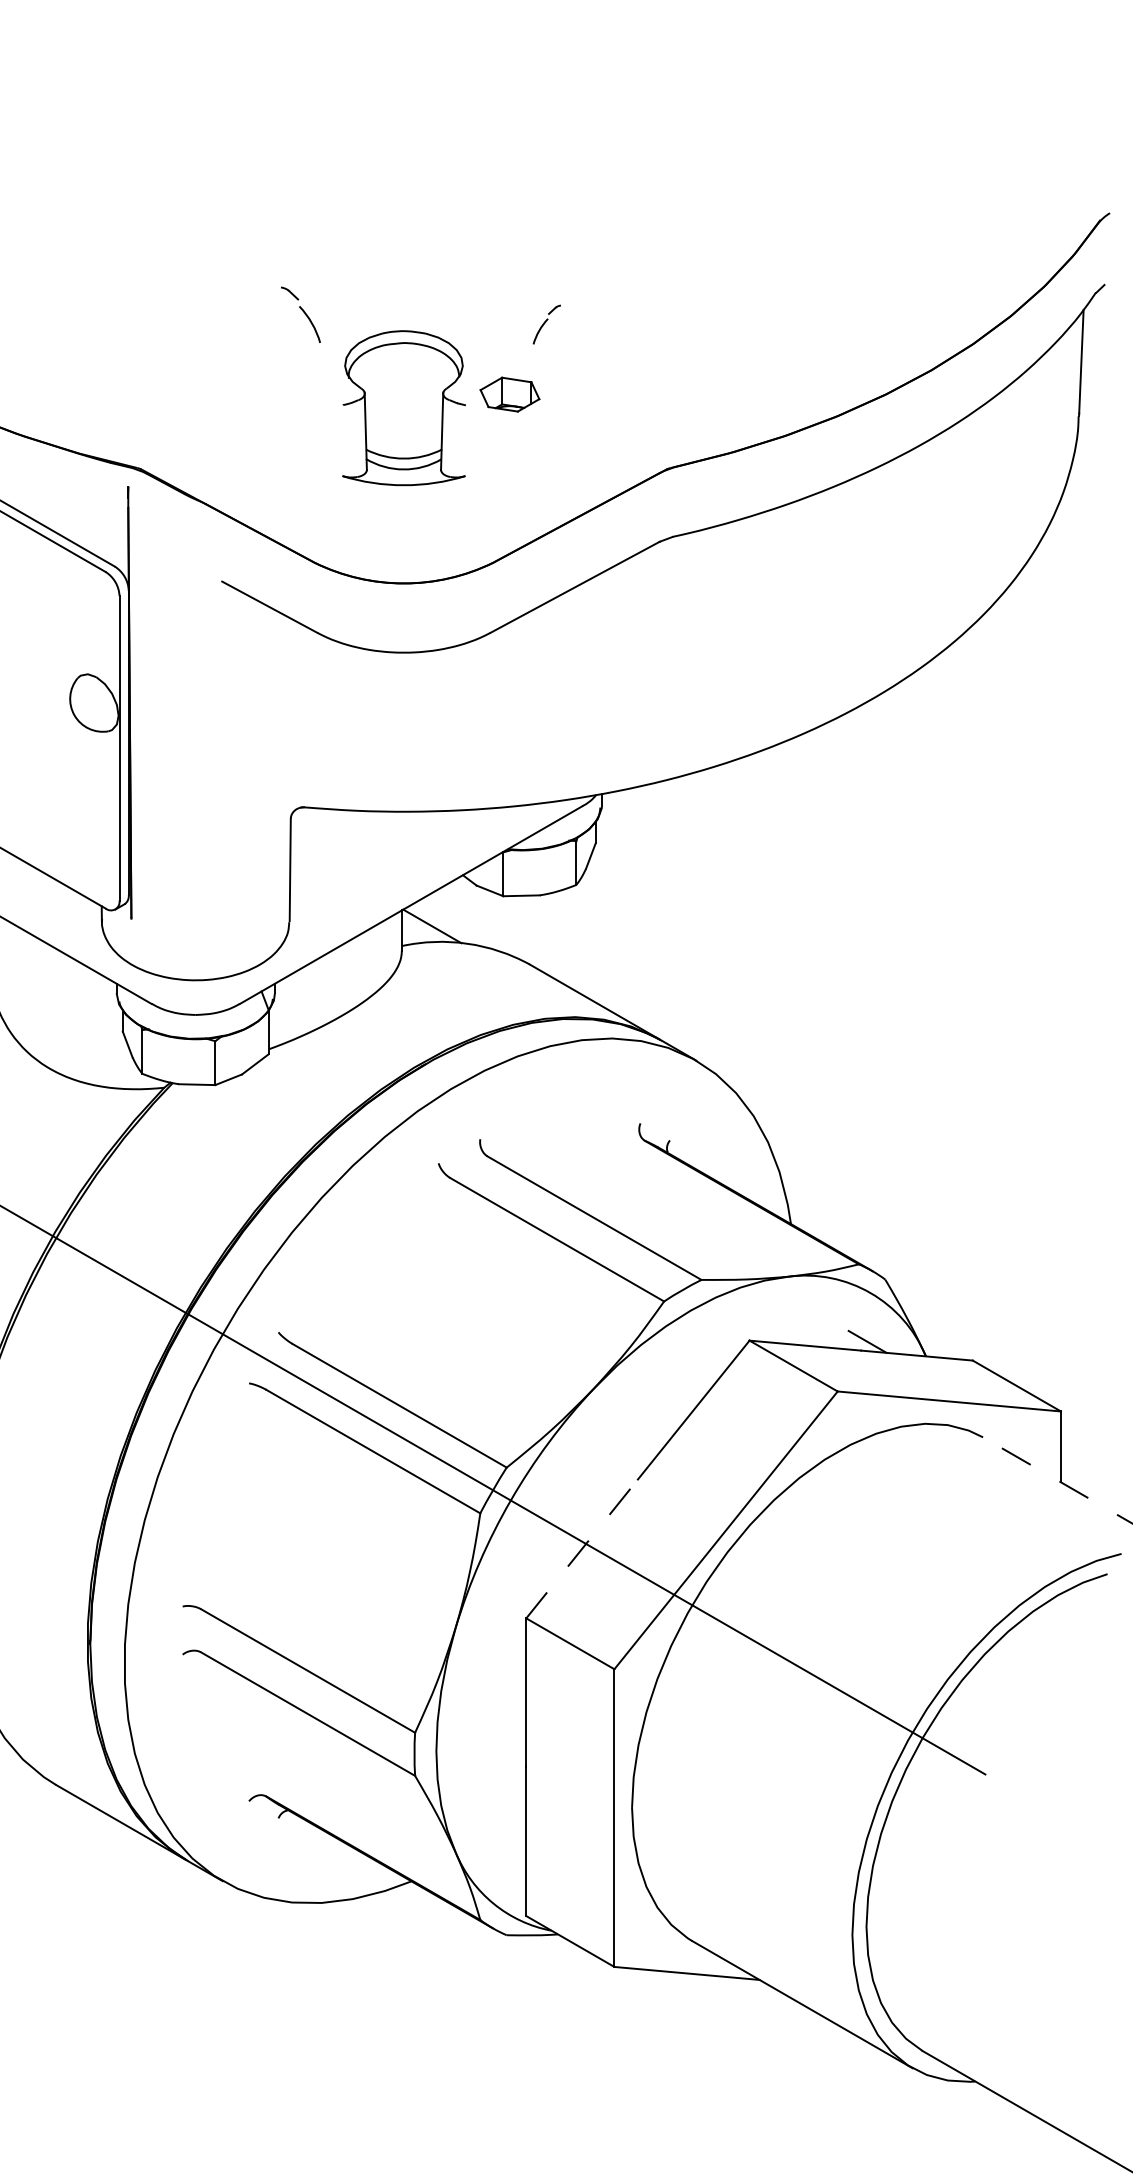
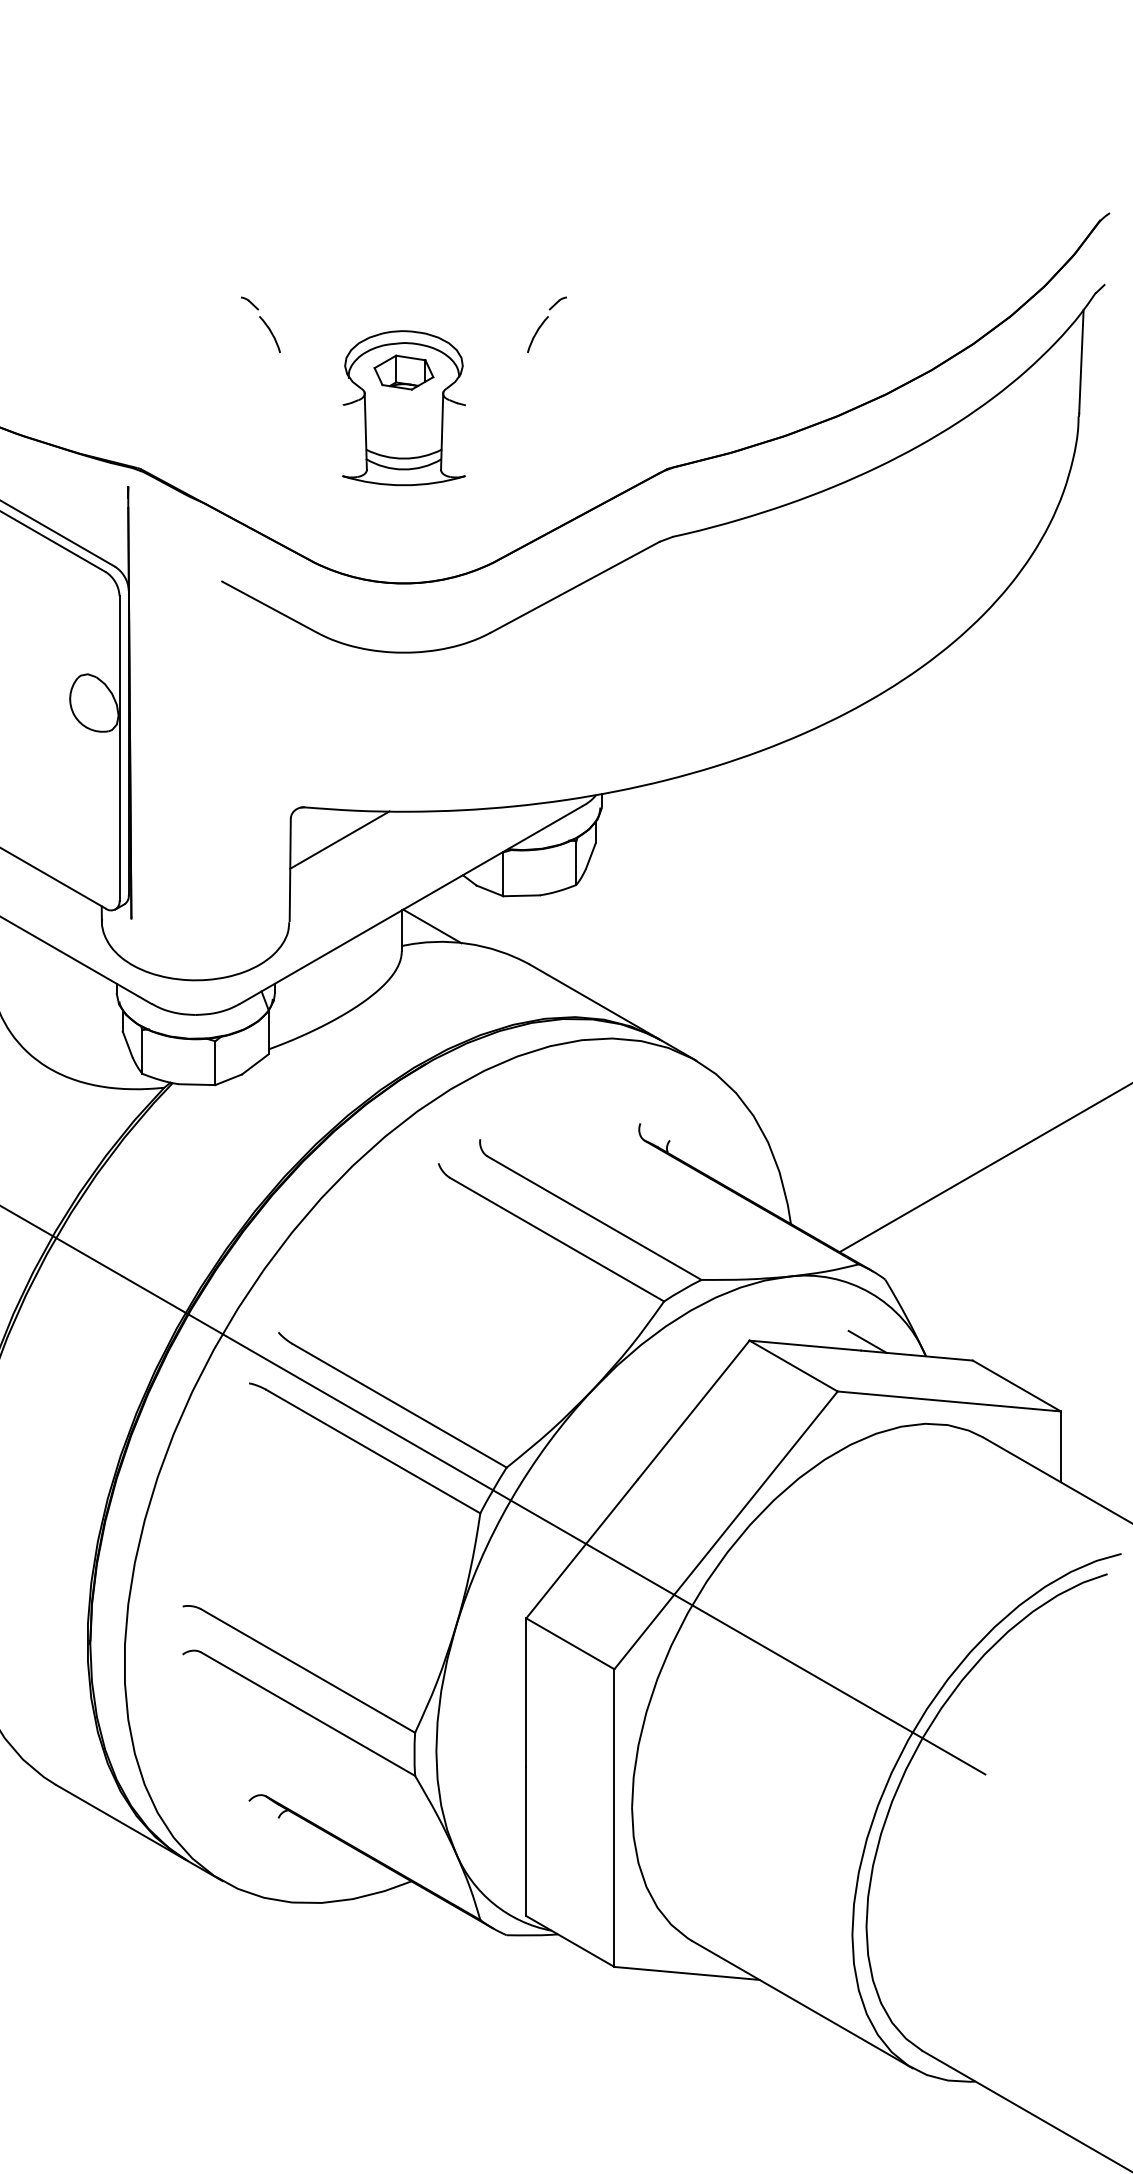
part at (300, 314) position: (300, 314) -> (260, 324)
part at (546, 324) size: 29x41 px -> 40x57 px
part at (509, 394) position: (509, 394) -> (403, 372)
line at (339, 839): none -> present
line at (984, 1168): none -> present
line at (1057, 1480): dashed -> solid
line at (582, 1548): dashed -> solid
